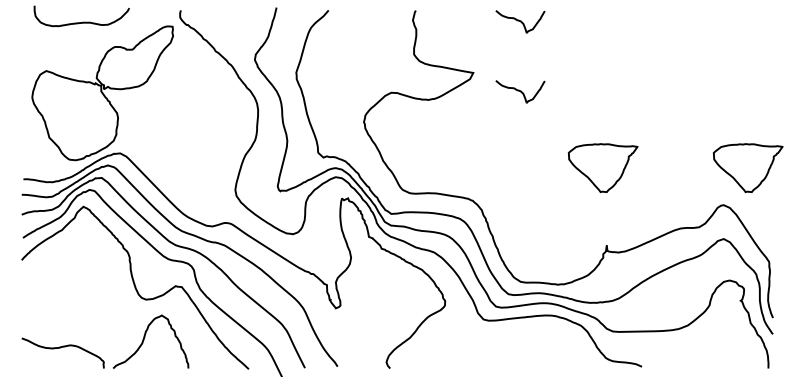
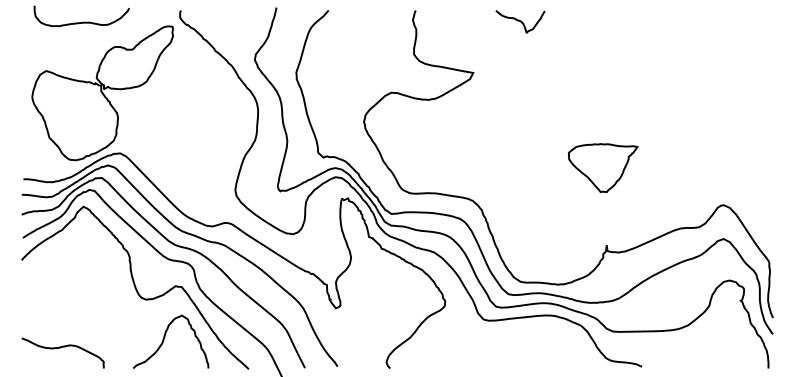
curve at (520, 91): present -> none
part at (747, 168): present -> none
curve at (144, 340) position: (144, 340) -> (164, 340)
